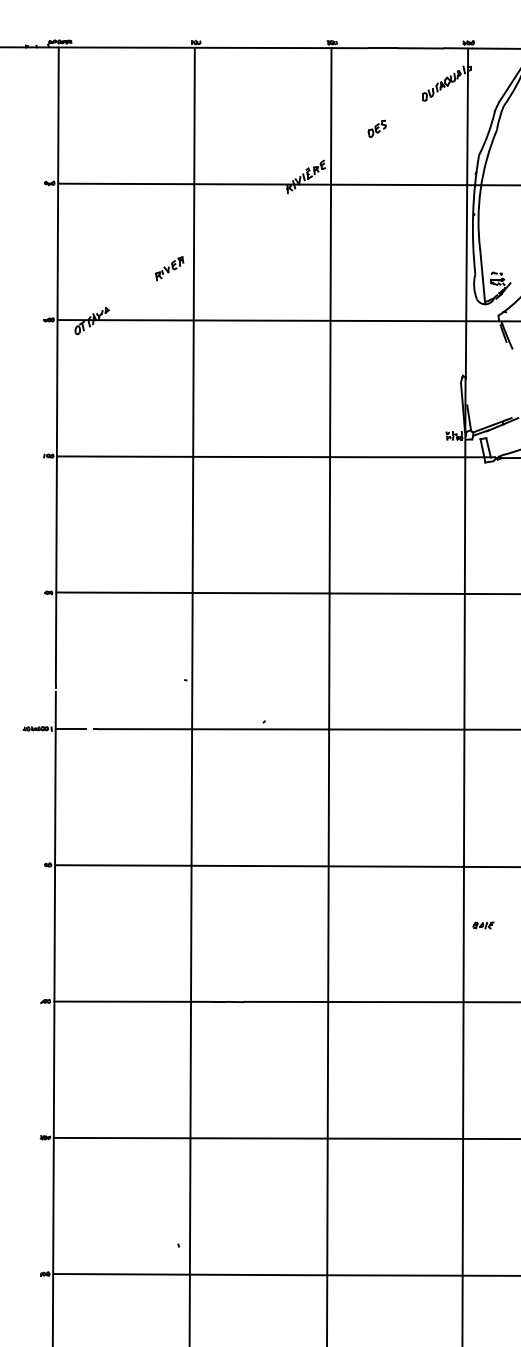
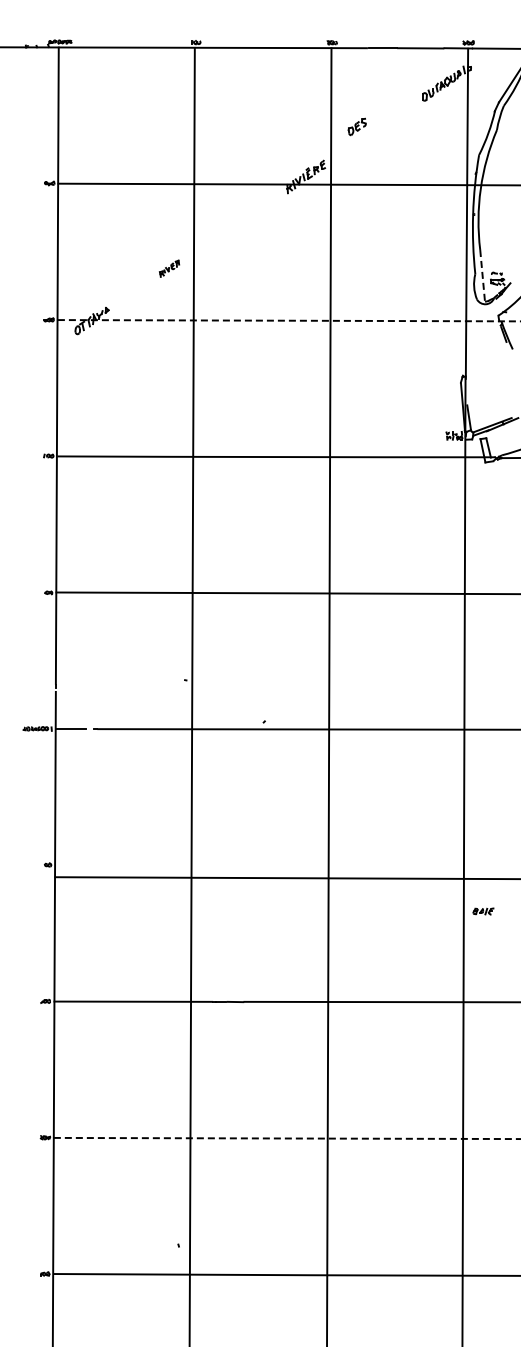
part at (376, 128) position: (376, 128) -> (356, 126)
part at (169, 268) size: 31x26 px -> 23x19 px
line at (482, 276): solid -> dashed
line at (289, 320): solid -> dashed
line at (286, 866) position: (286, 866) -> (286, 878)
part at (483, 925) position: (483, 925) -> (483, 911)
line at (287, 1138): solid -> dashed
